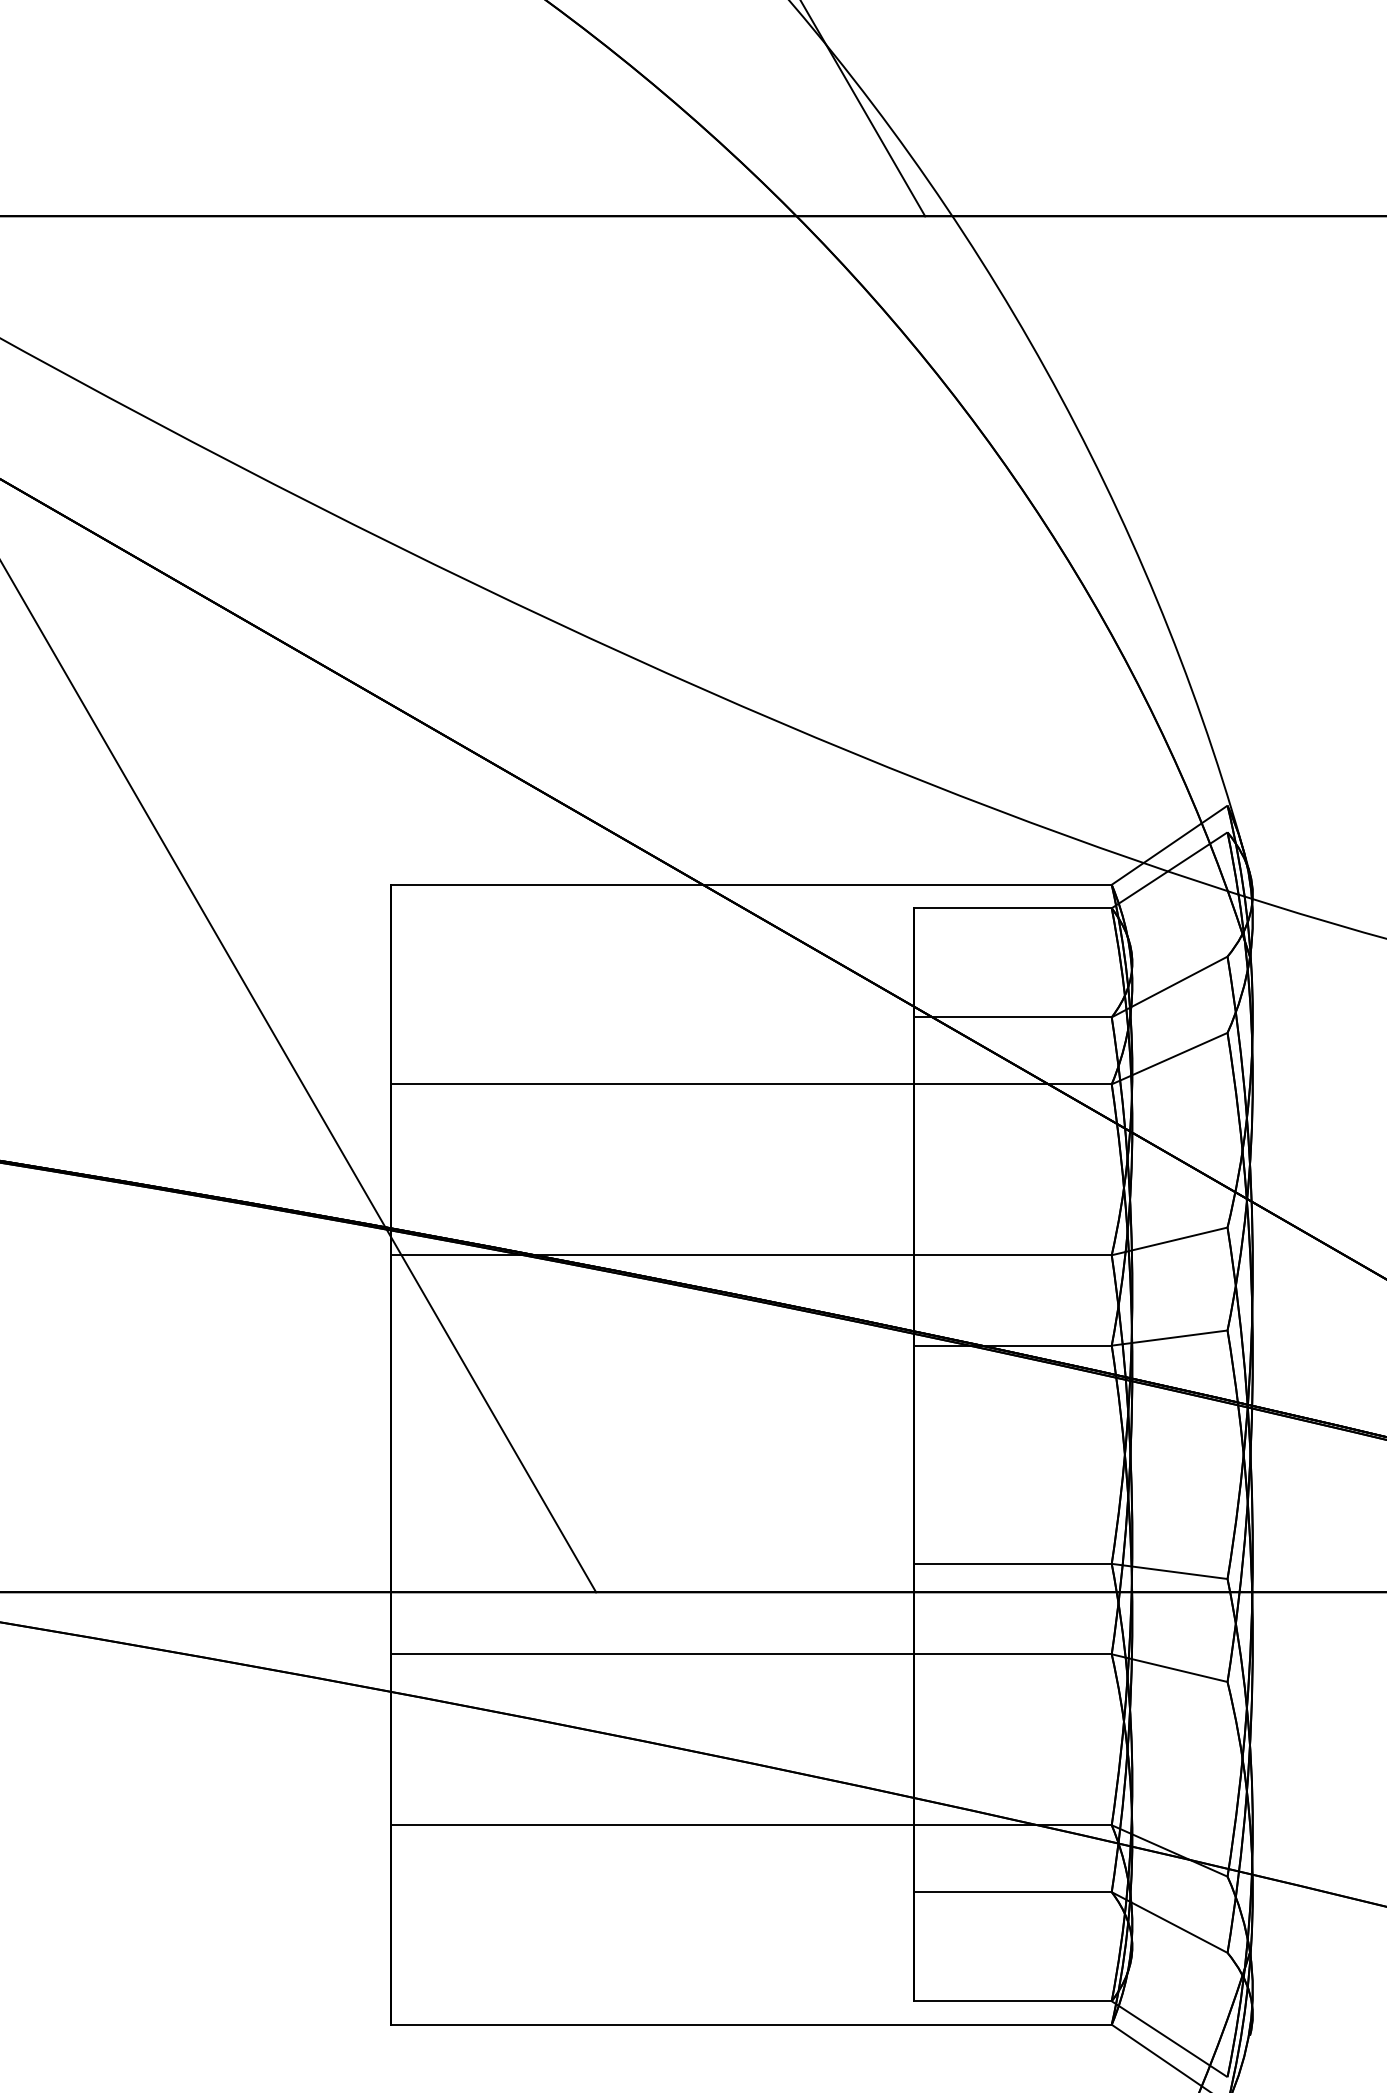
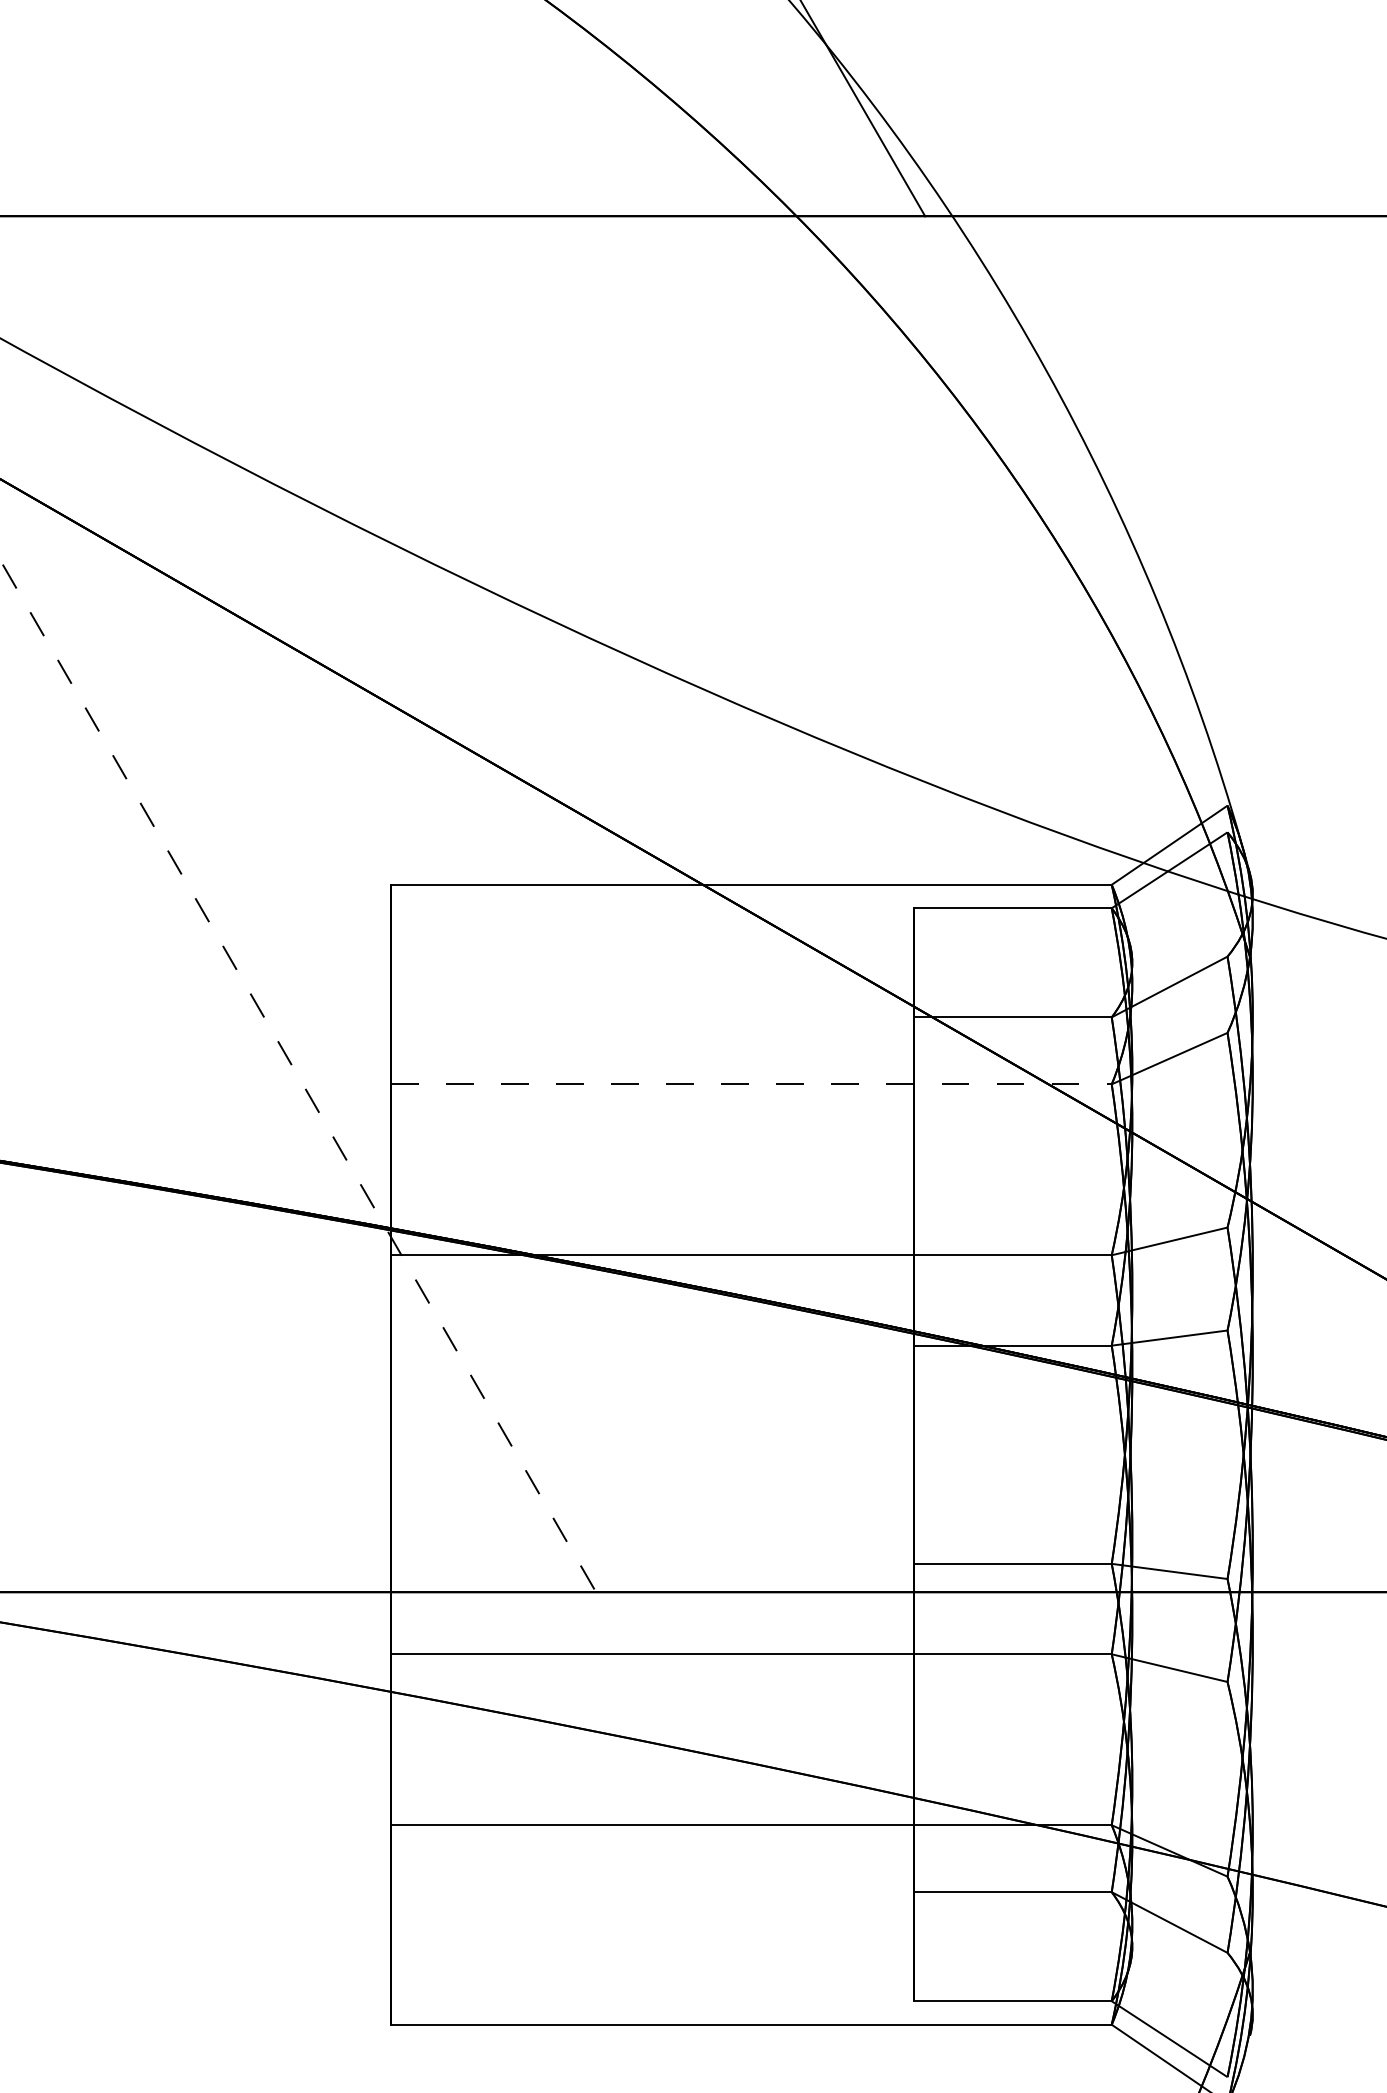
line at (298, 1076): solid -> dashed
line at (751, 1084): solid -> dashed
